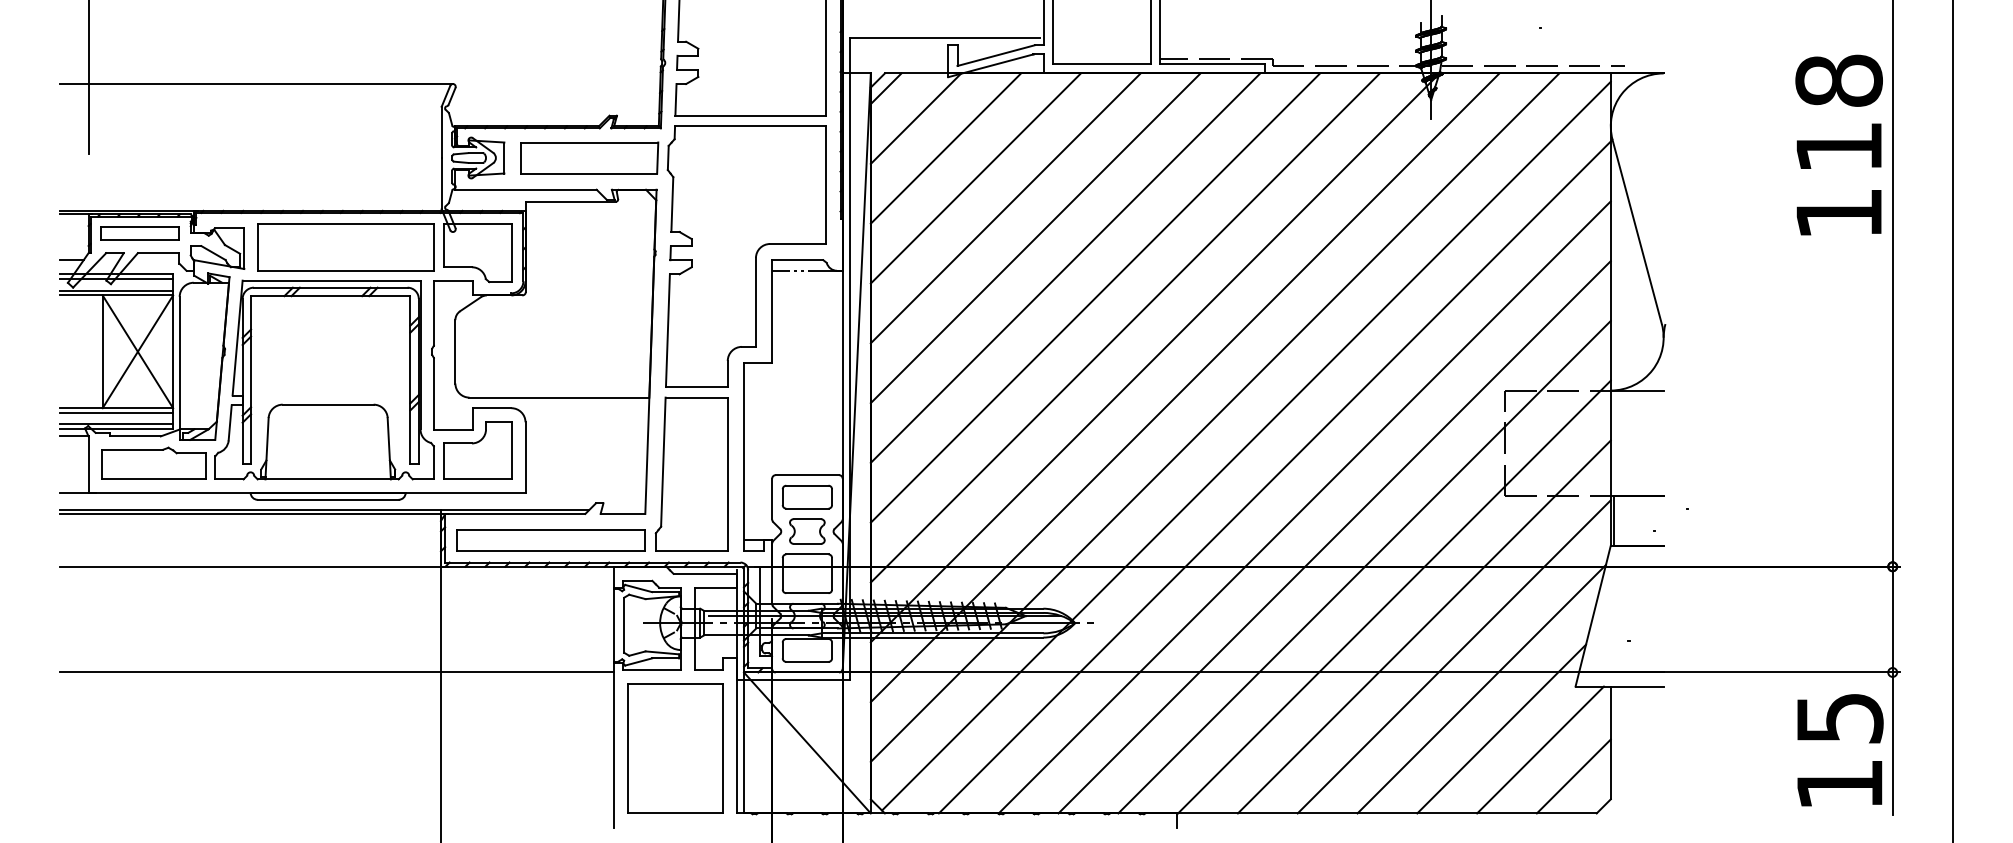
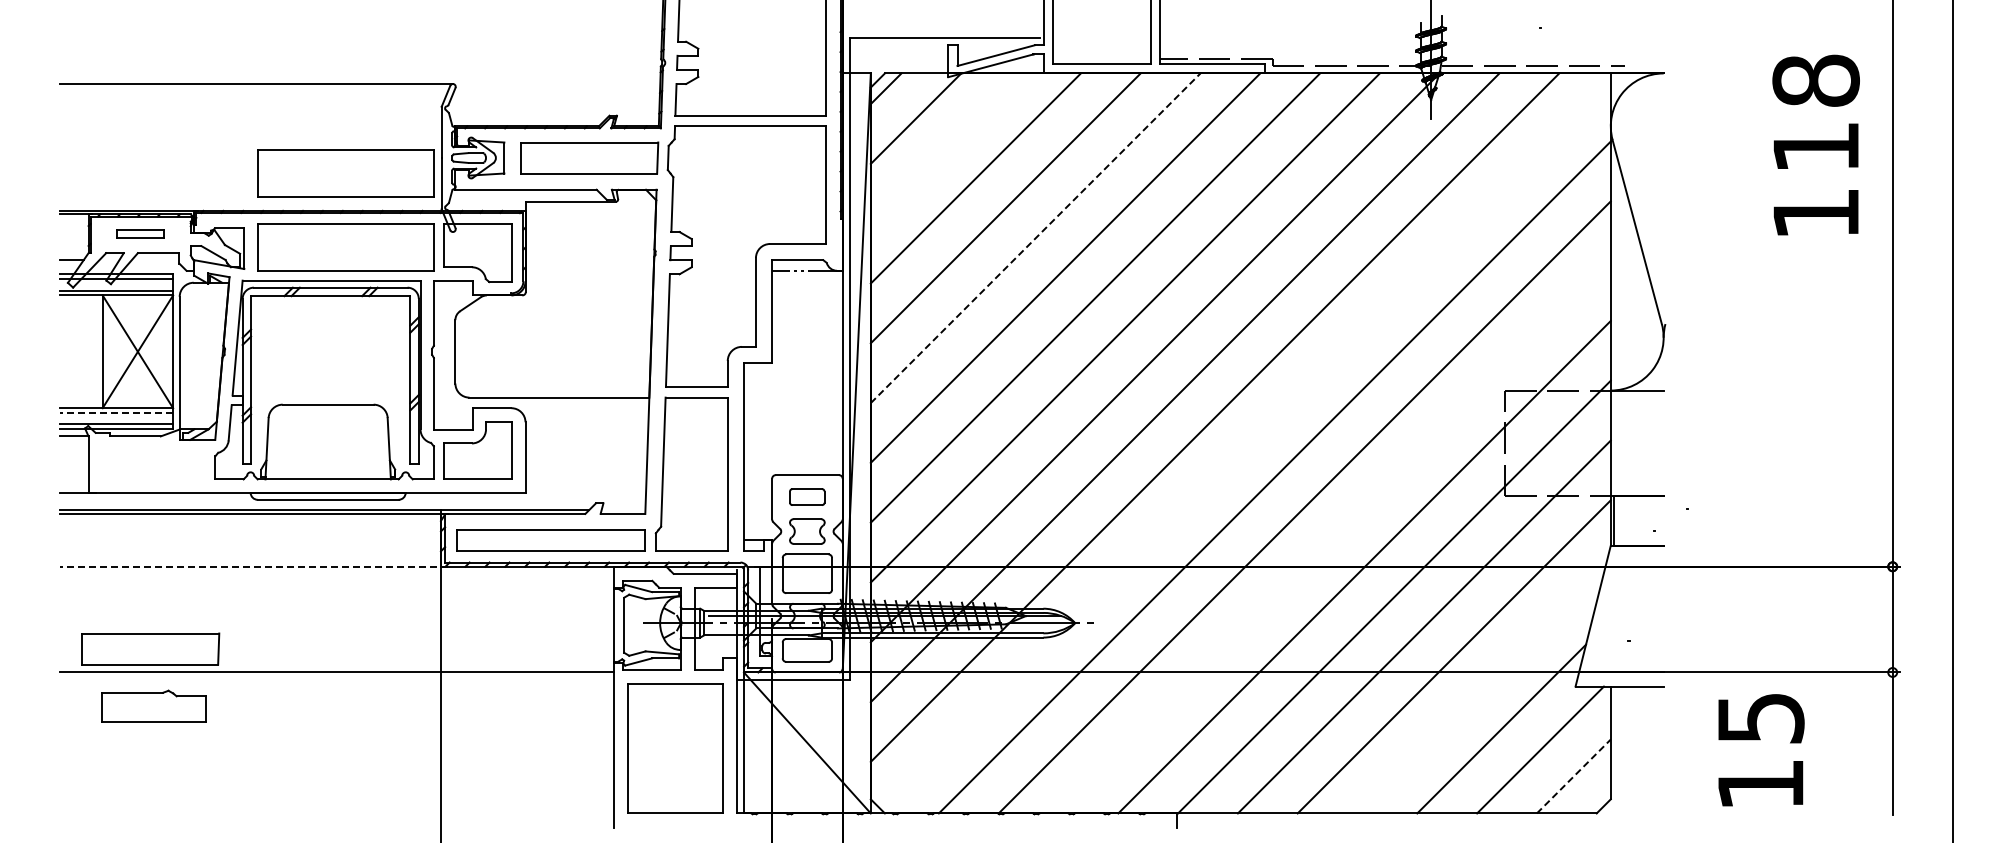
line at (88, 78): present -> none
text at (1838, 144) position: (1838, 144) -> (1815, 144)
line at (945, 148): present -> none
part at (345, 173): none -> present
part at (139, 233) size: 80x15 px -> 49x10 px
line at (1036, 237): solid -> dashed
line at (116, 413): solid -> dashed
line at (1246, 445): present -> none
part at (153, 462) position: (153, 462) -> (153, 705)
part at (806, 496) size: 52x26 px -> 37x18 px
line at (1334, 537): present -> none
line at (254, 566): solid -> dashed
part at (150, 648): none -> present
line at (1481, 689): present -> none
text at (1840, 750) position: (1840, 750) -> (1761, 750)
line at (1574, 776): solid -> dashed
